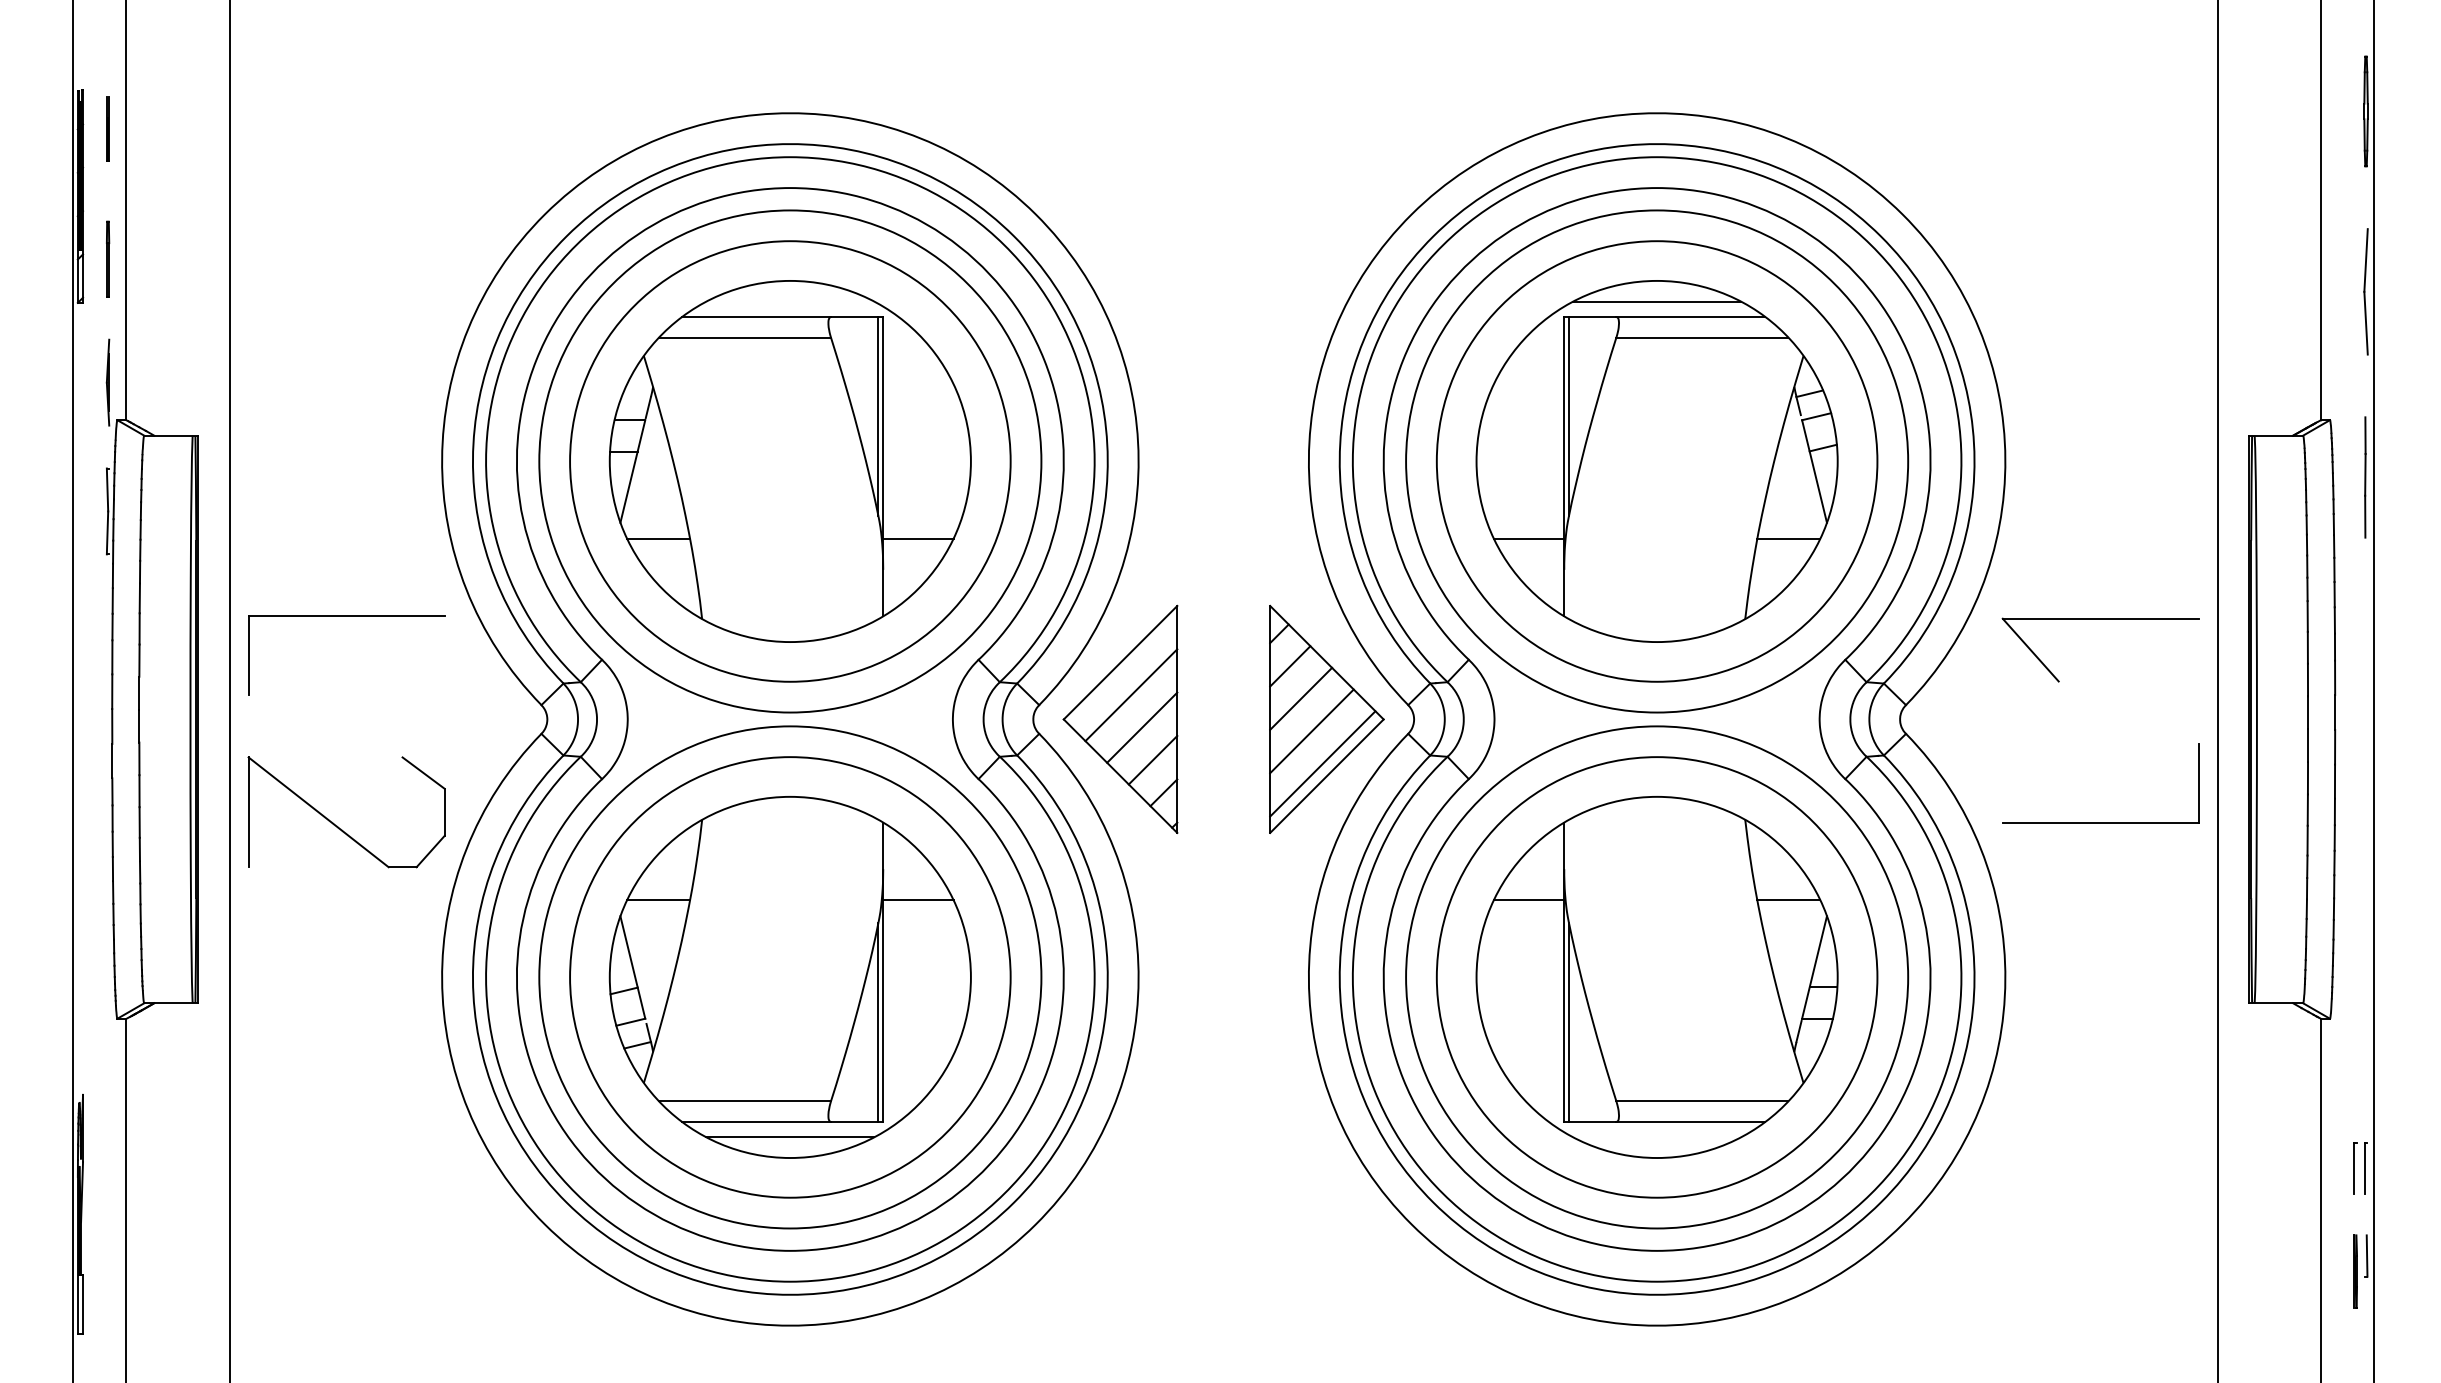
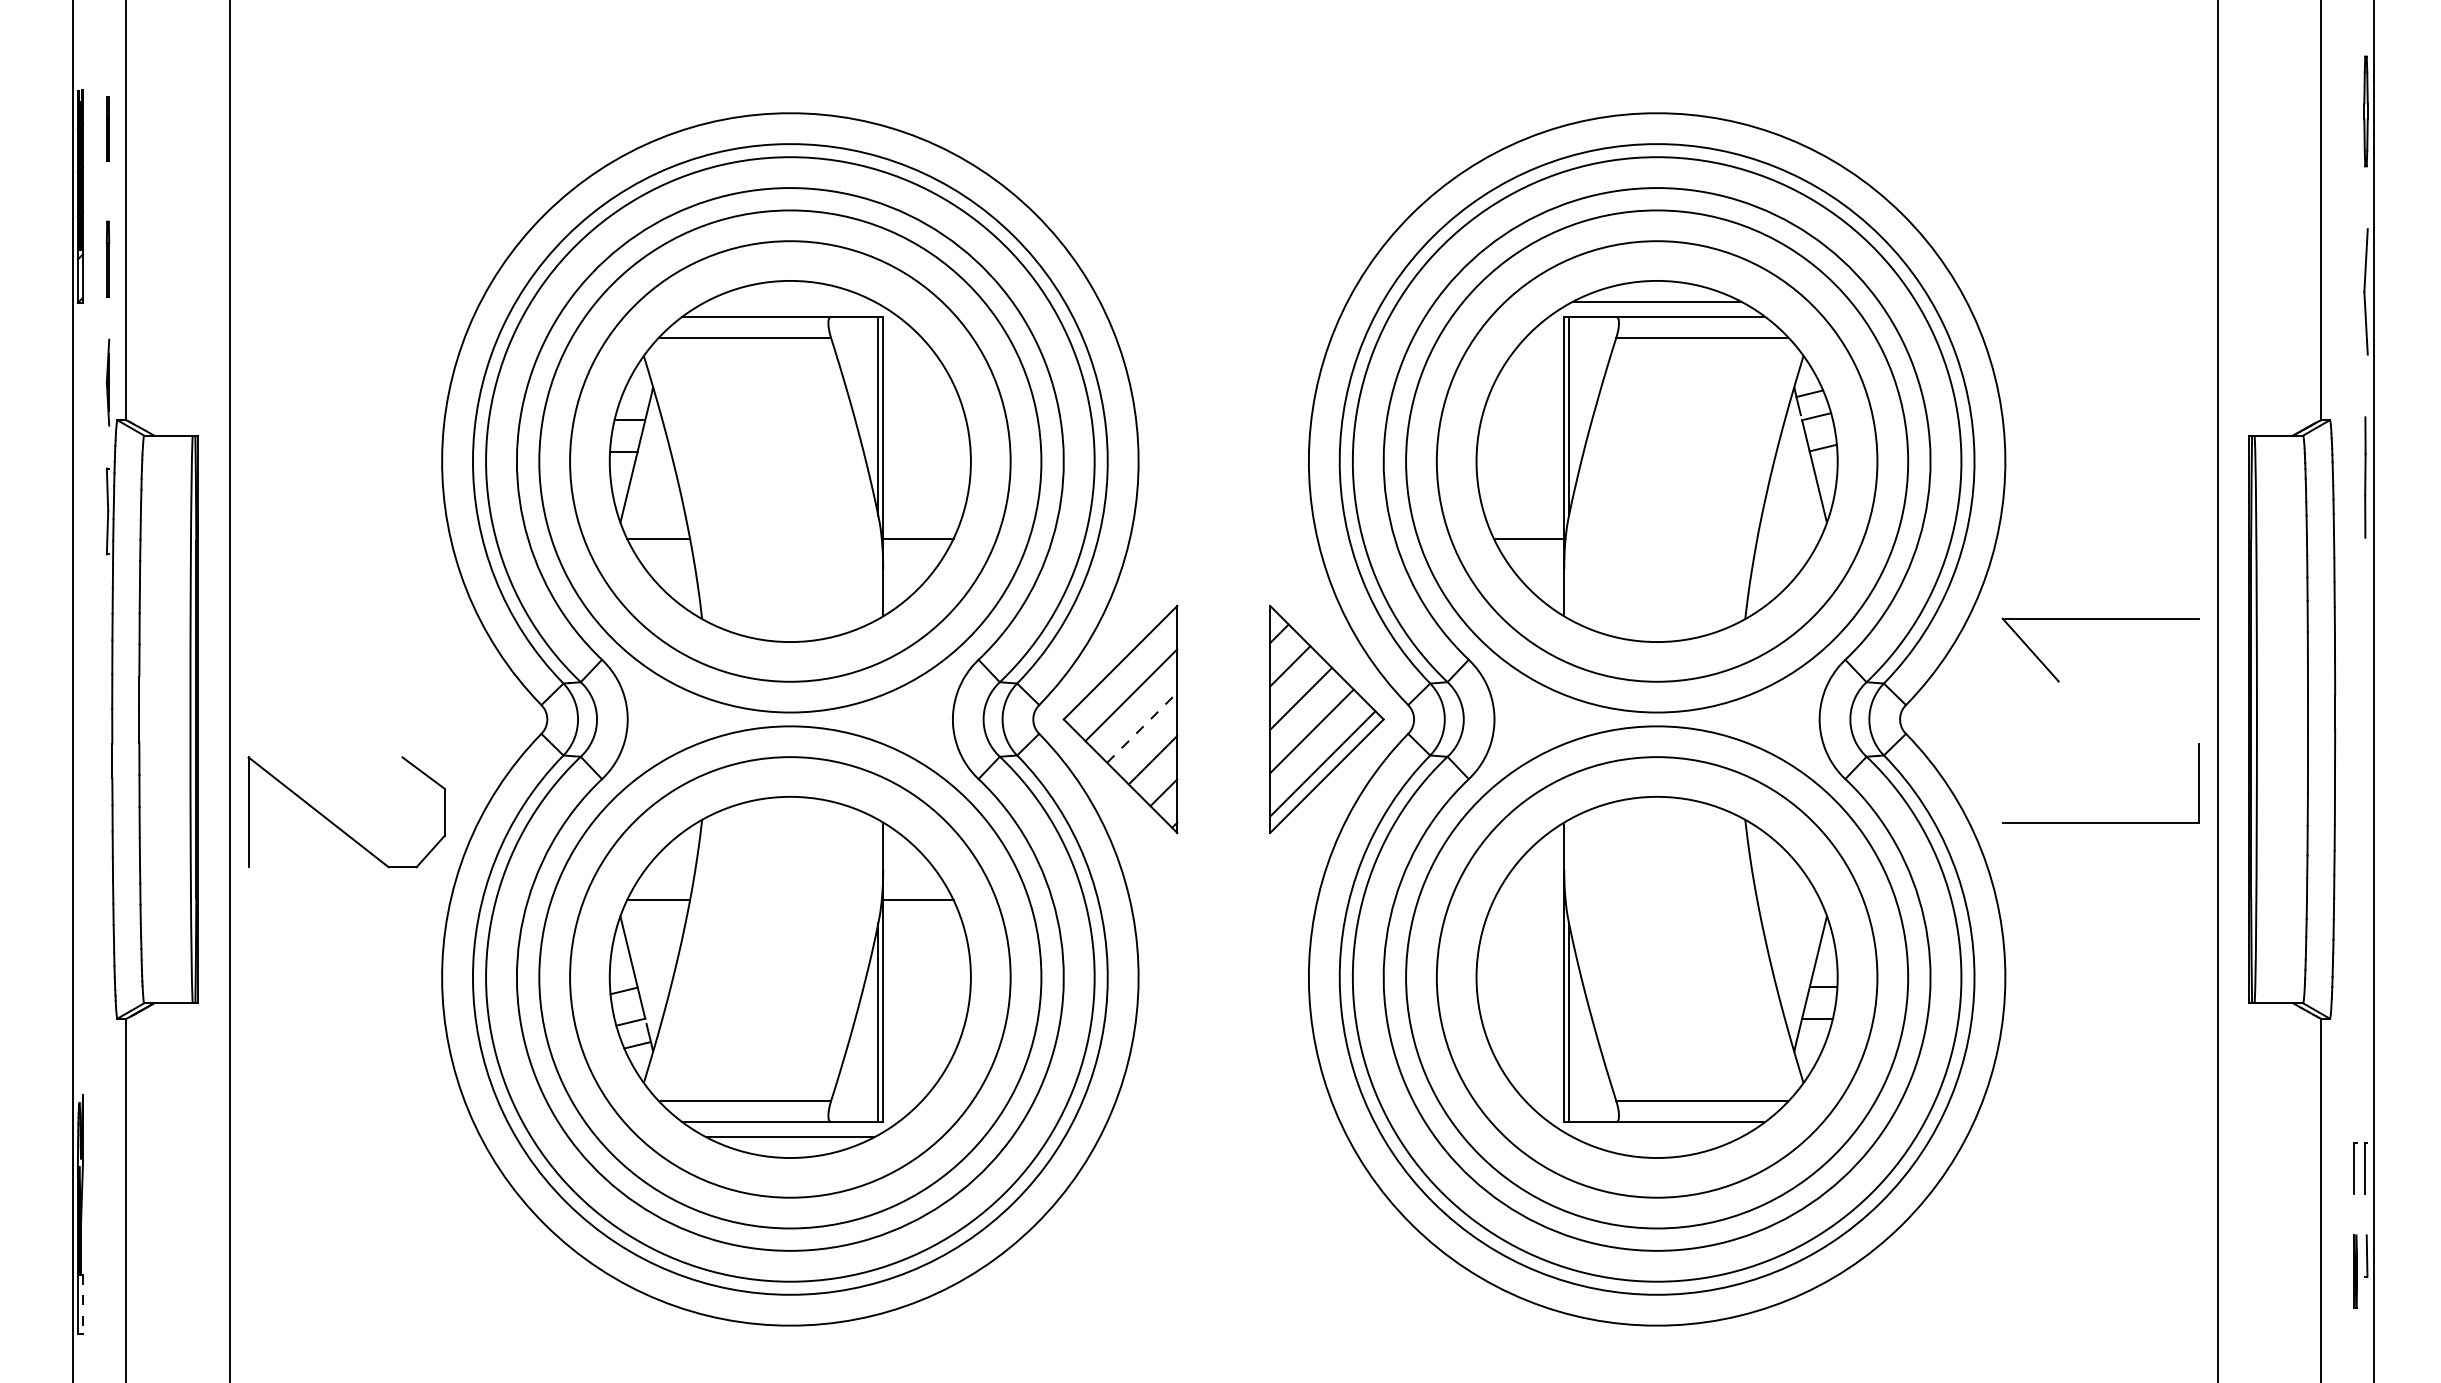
line at (1788, 538): present -> none
part at (346, 616): present -> none
line at (1142, 727): solid -> dashed
line at (1528, 900): present -> none
line at (1788, 900): present -> none
line at (83, 1304): solid -> dashed
